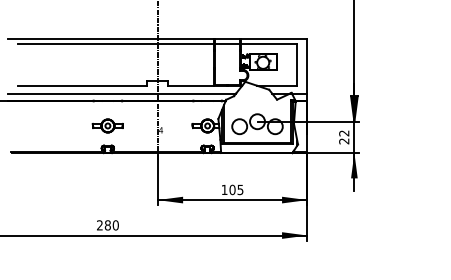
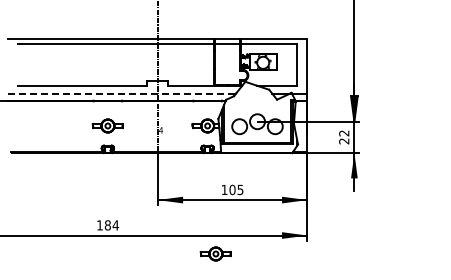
line at (122, 93): solid -> dashed
text at (108, 225): 280 -> 184
part at (215, 253): none -> present
